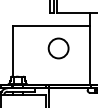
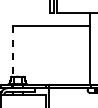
circle at (58, 48): present -> none
line at (13, 51): solid -> dashed
